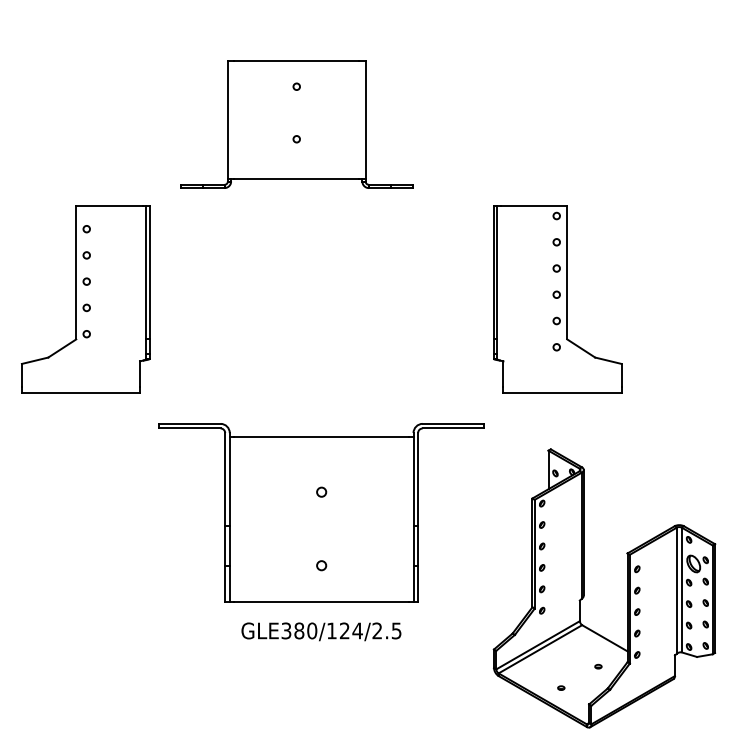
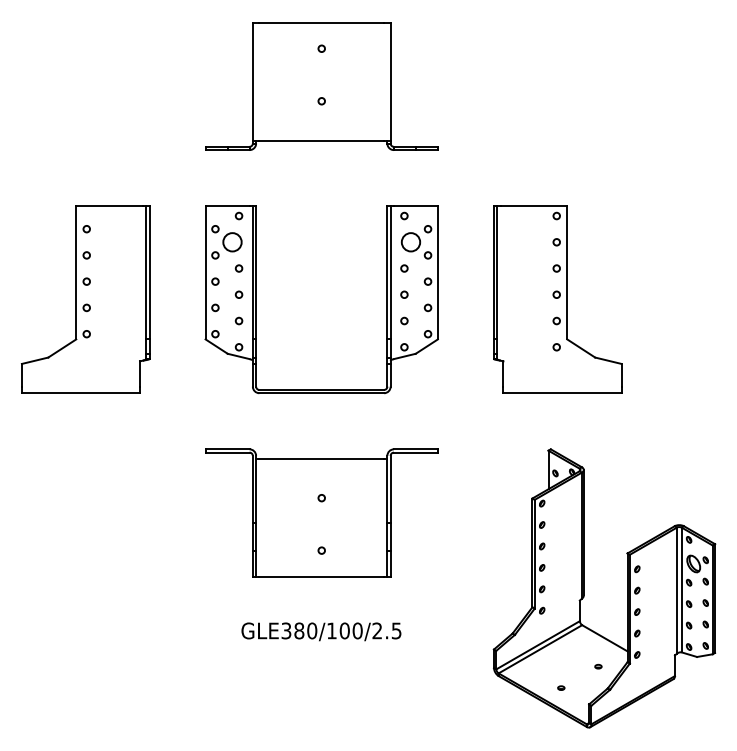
part at (296, 124) position: (296, 124) -> (321, 86)
part at (256, 299): none -> present
part at (321, 512) size: 327x180 px -> 234x130 px
text at (350, 630): GLE380/124/2.5 -> GLE380/100/2.5
